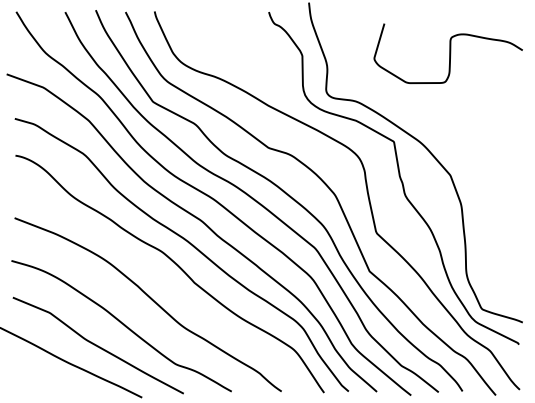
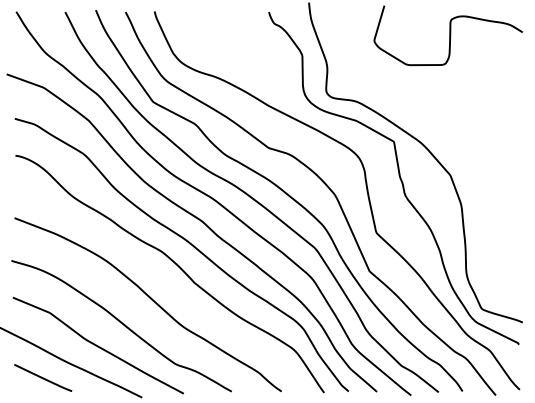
curve at (449, 53) position: (449, 53) -> (449, 35)
line at (43, 377): none -> present
